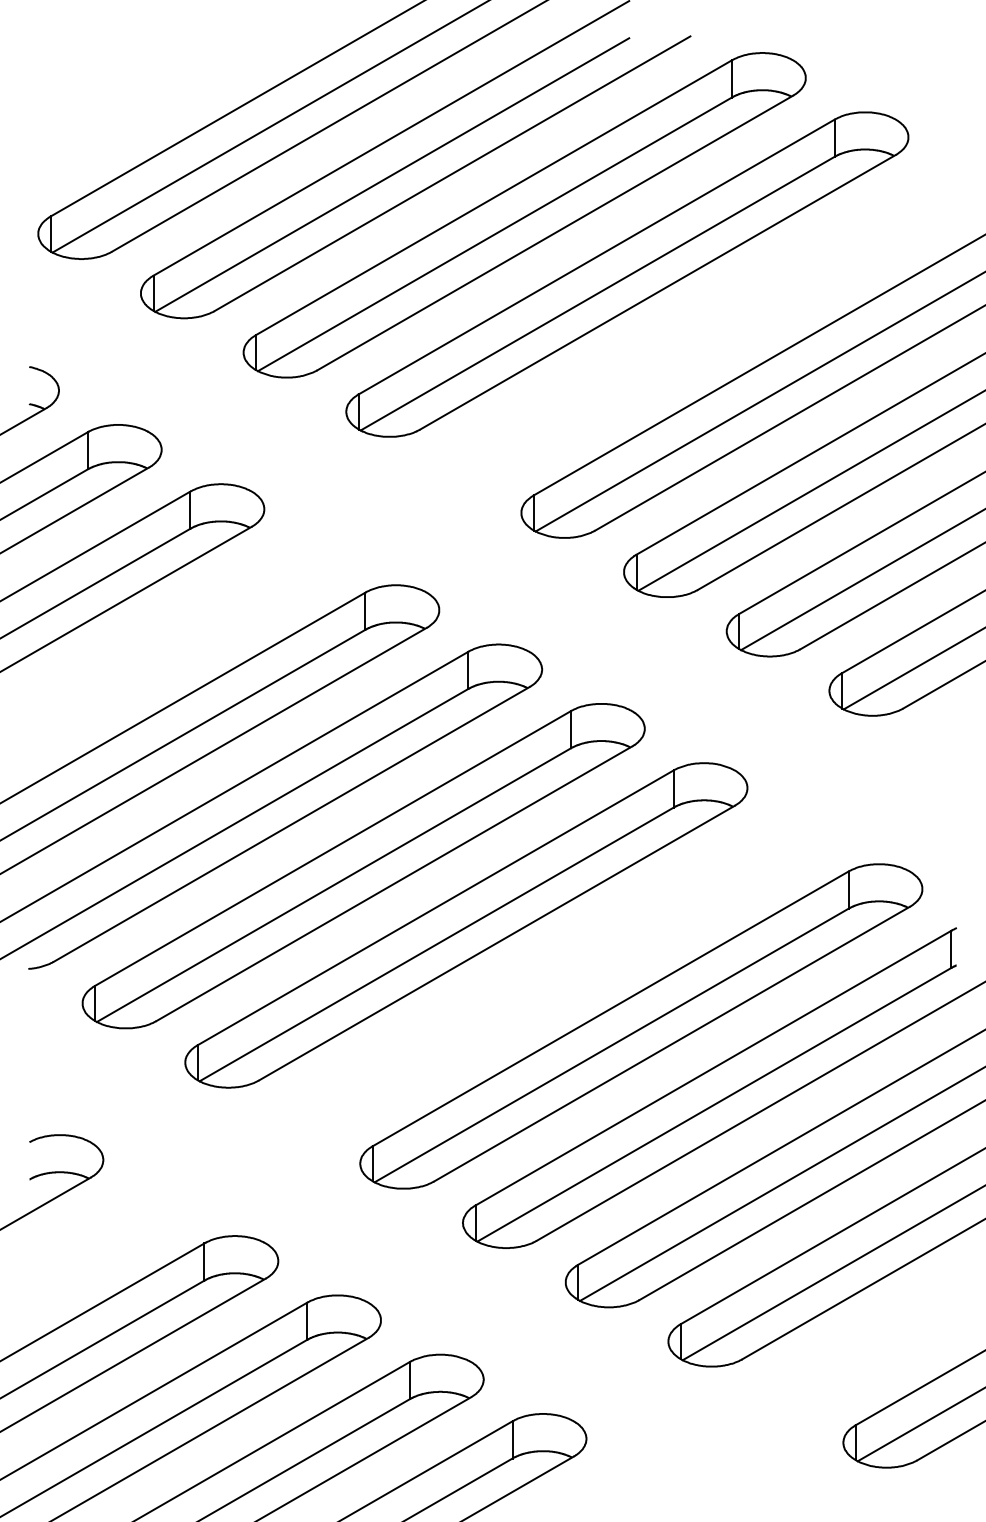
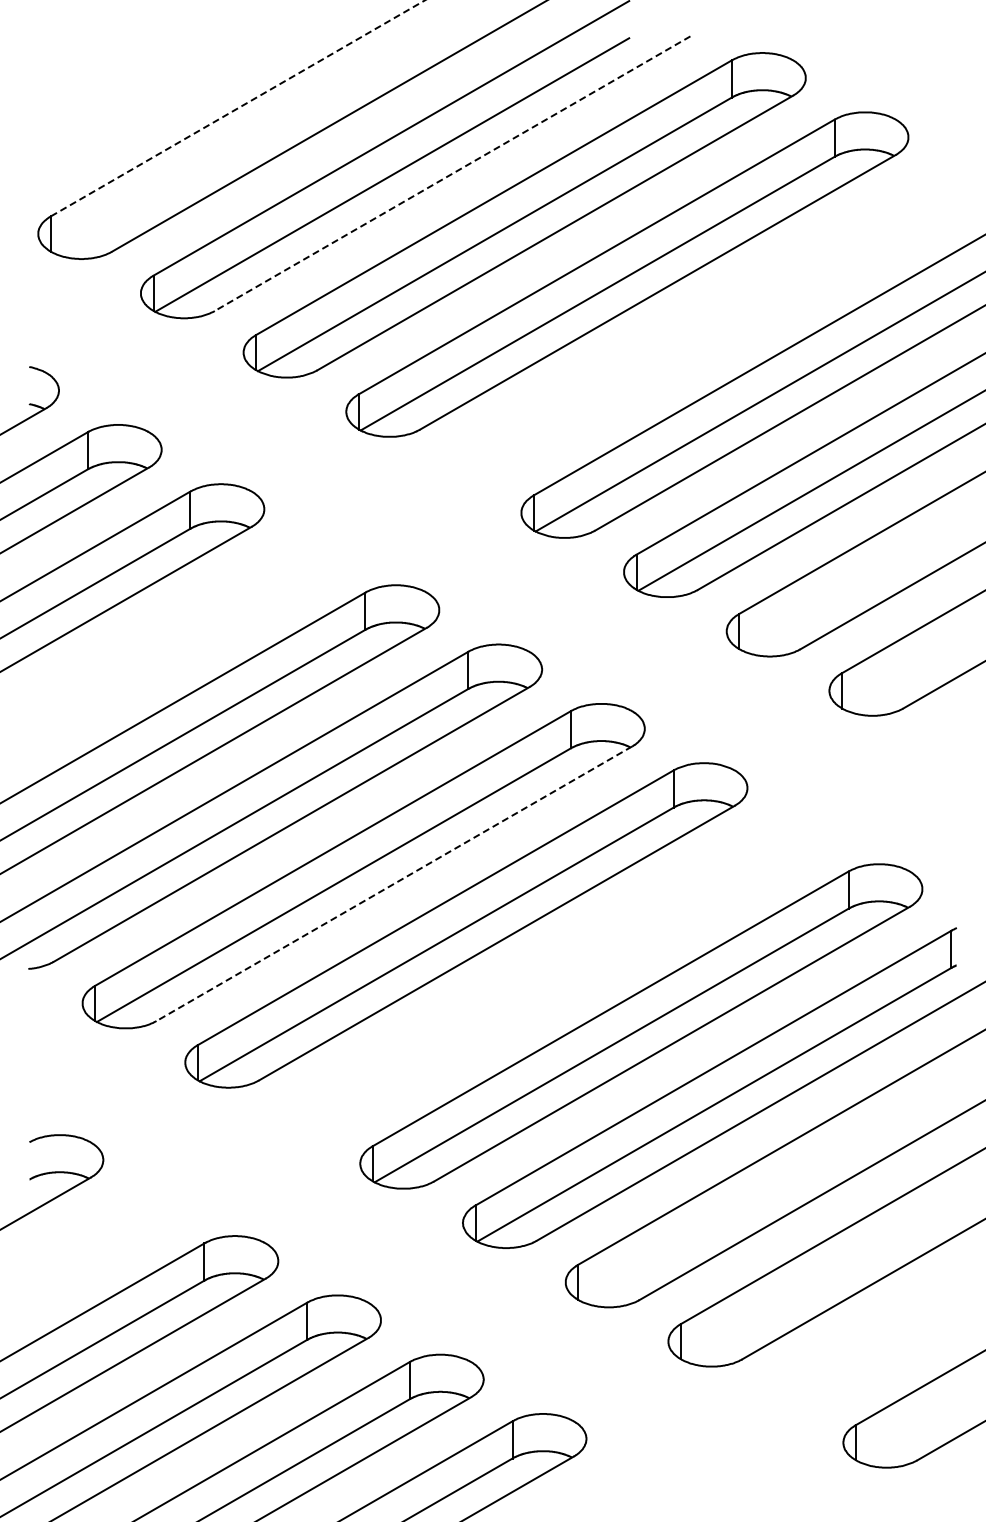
line at (238, 108): solid -> dashed
line at (268, 127): present -> none
line at (452, 173): solid -> dashed
line at (861, 580): present -> none
line at (912, 669): present -> none
line at (394, 883): solid -> dashed
line at (781, 1184): present -> none
line at (832, 1273): present -> none
line at (919, 1425): present -> none
